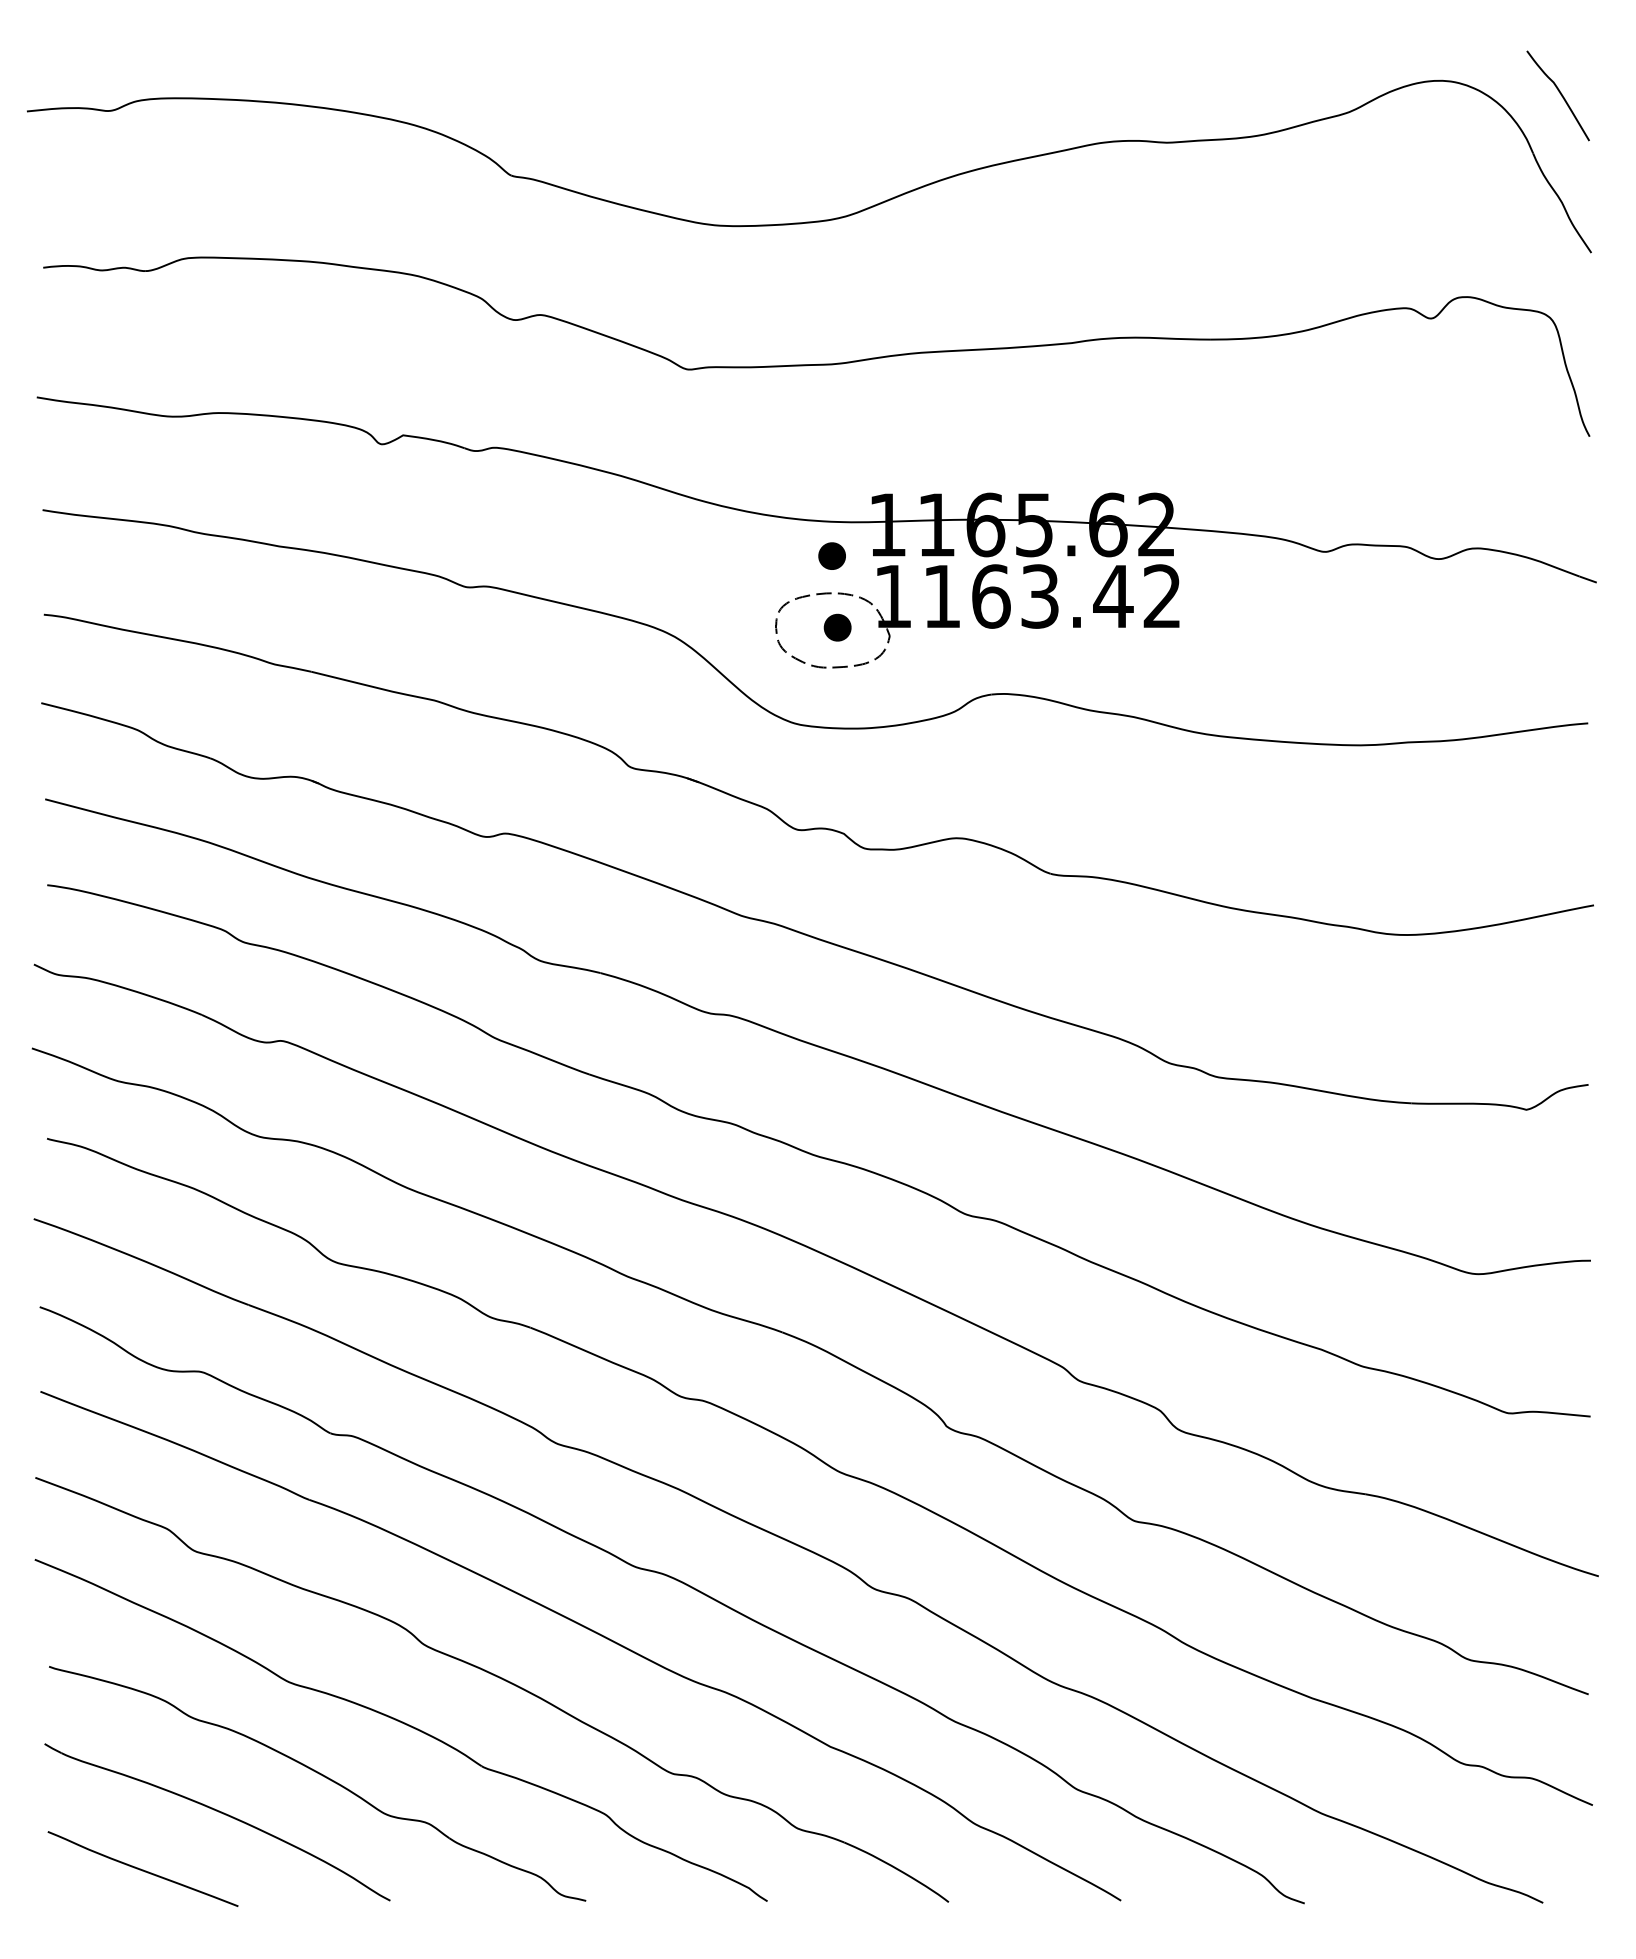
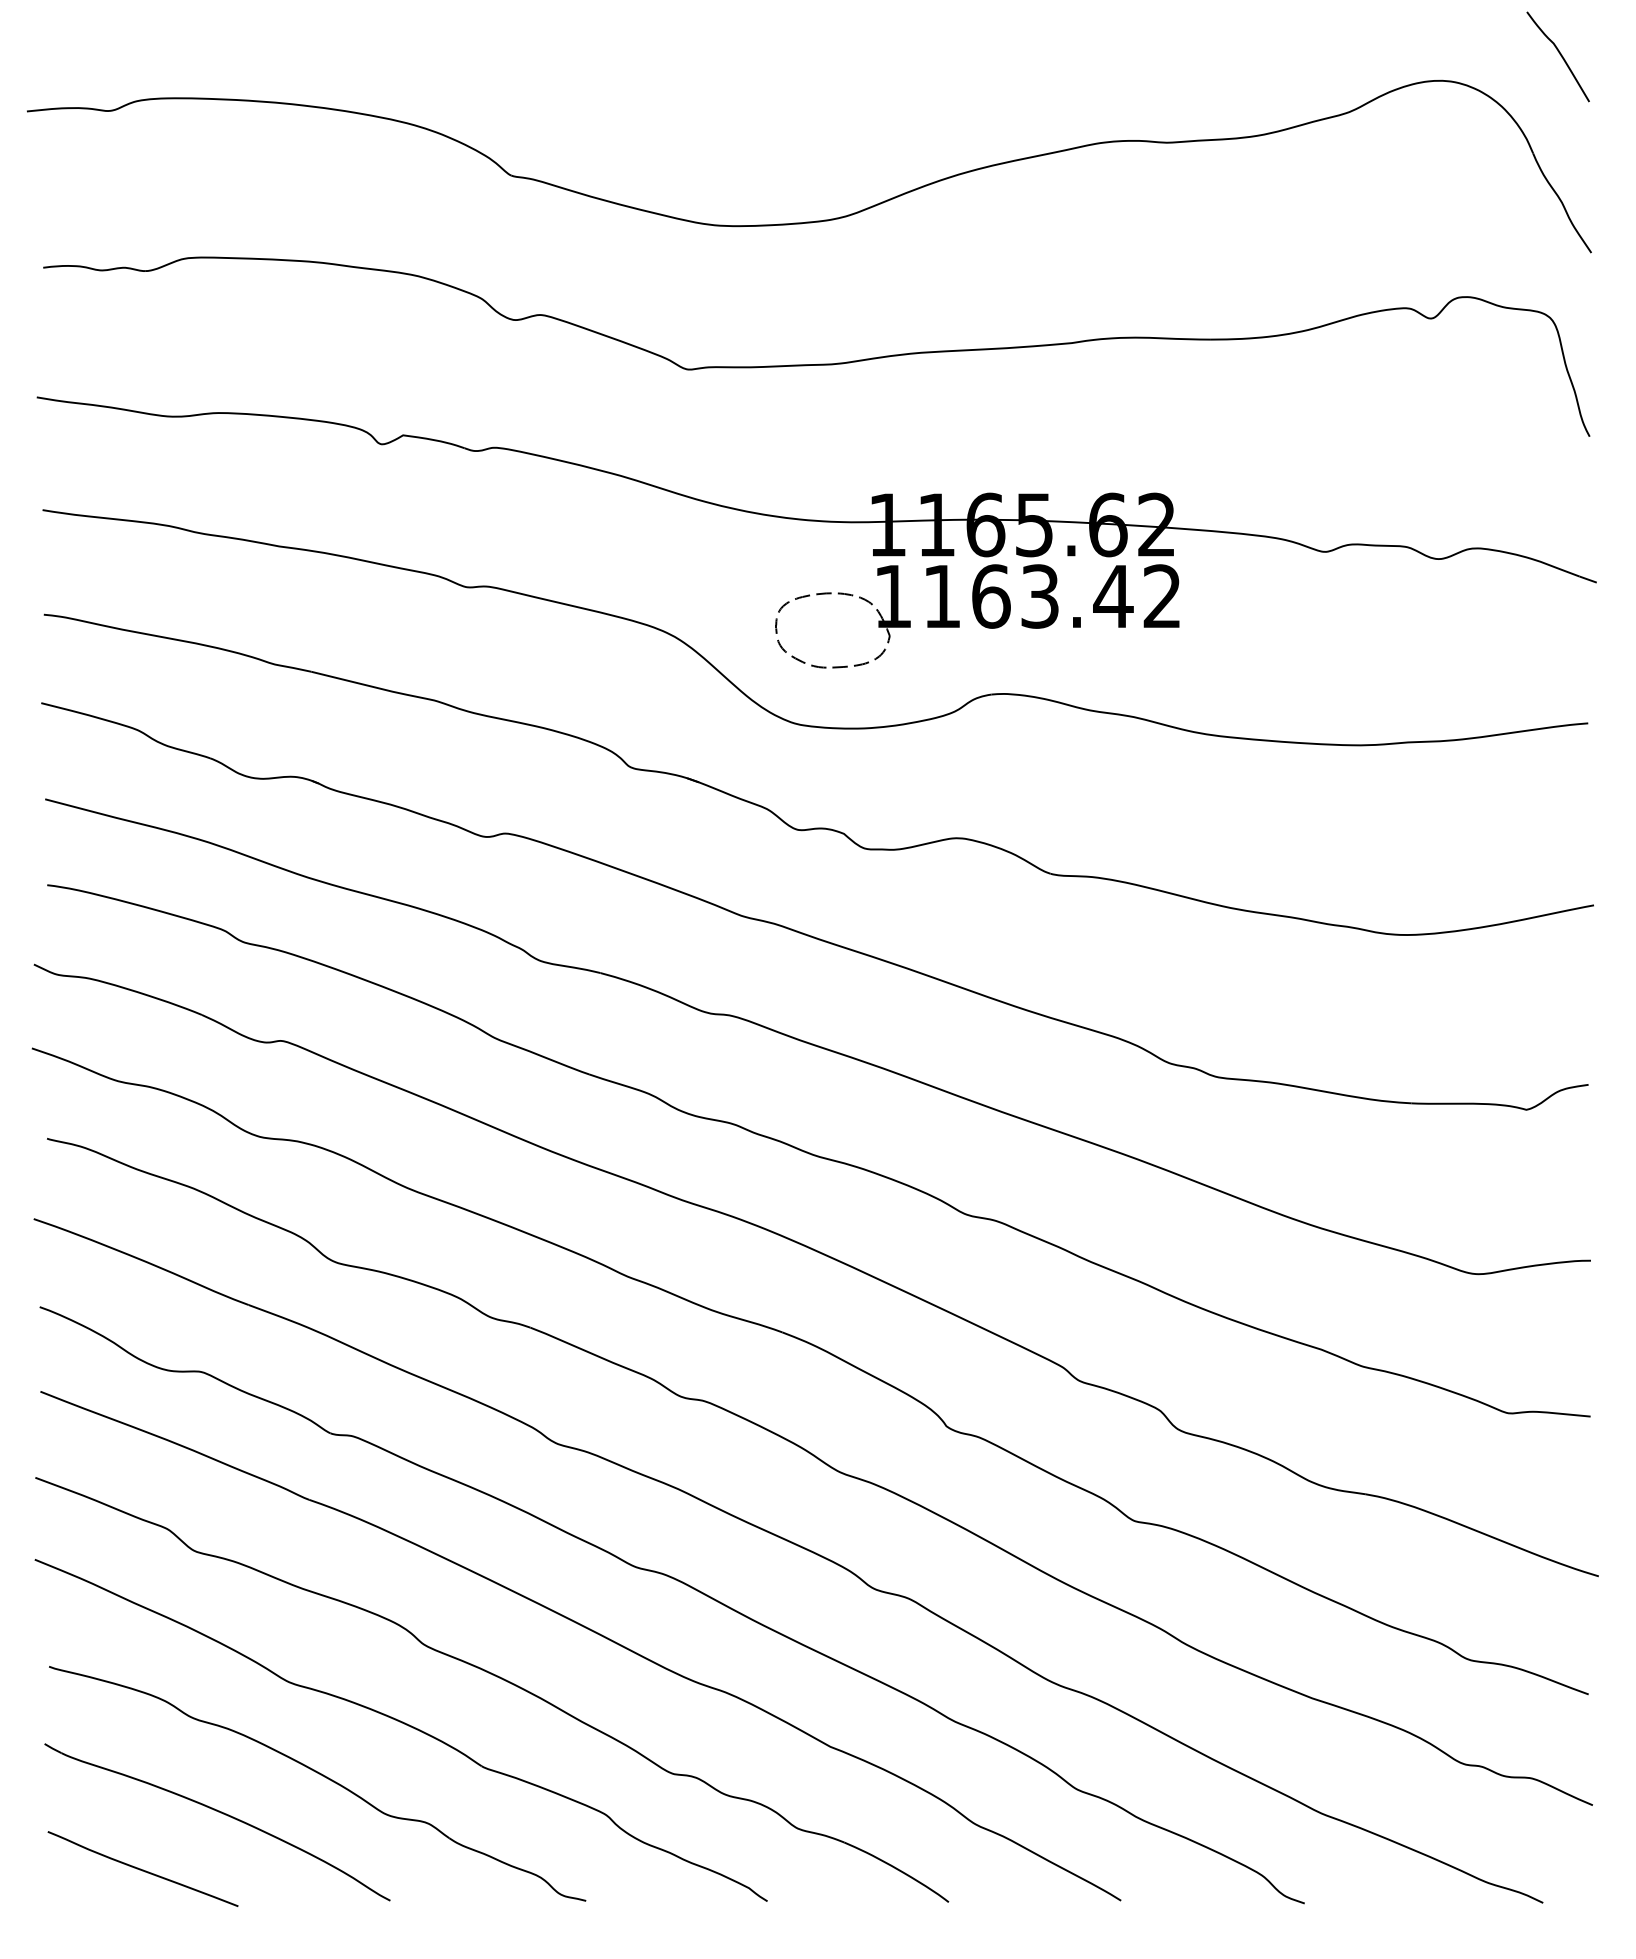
curve at (1559, 93) position: (1559, 93) -> (1559, 54)
part at (831, 555): present -> none
part at (837, 627): present -> none
